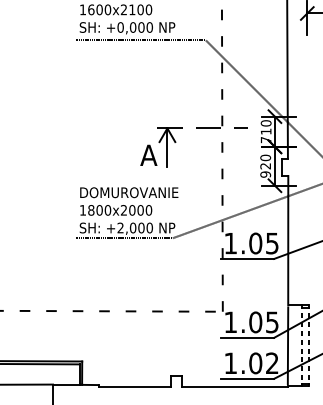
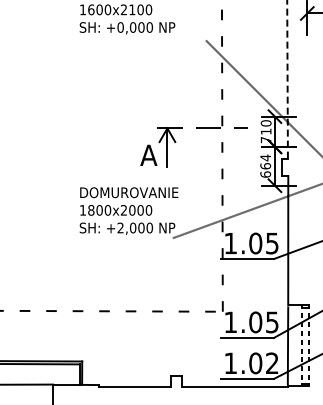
line at (140, 40): present -> none
line at (287, 78): solid -> dashed
text at (265, 165): 920 -> 664
line at (123, 238): present -> none
